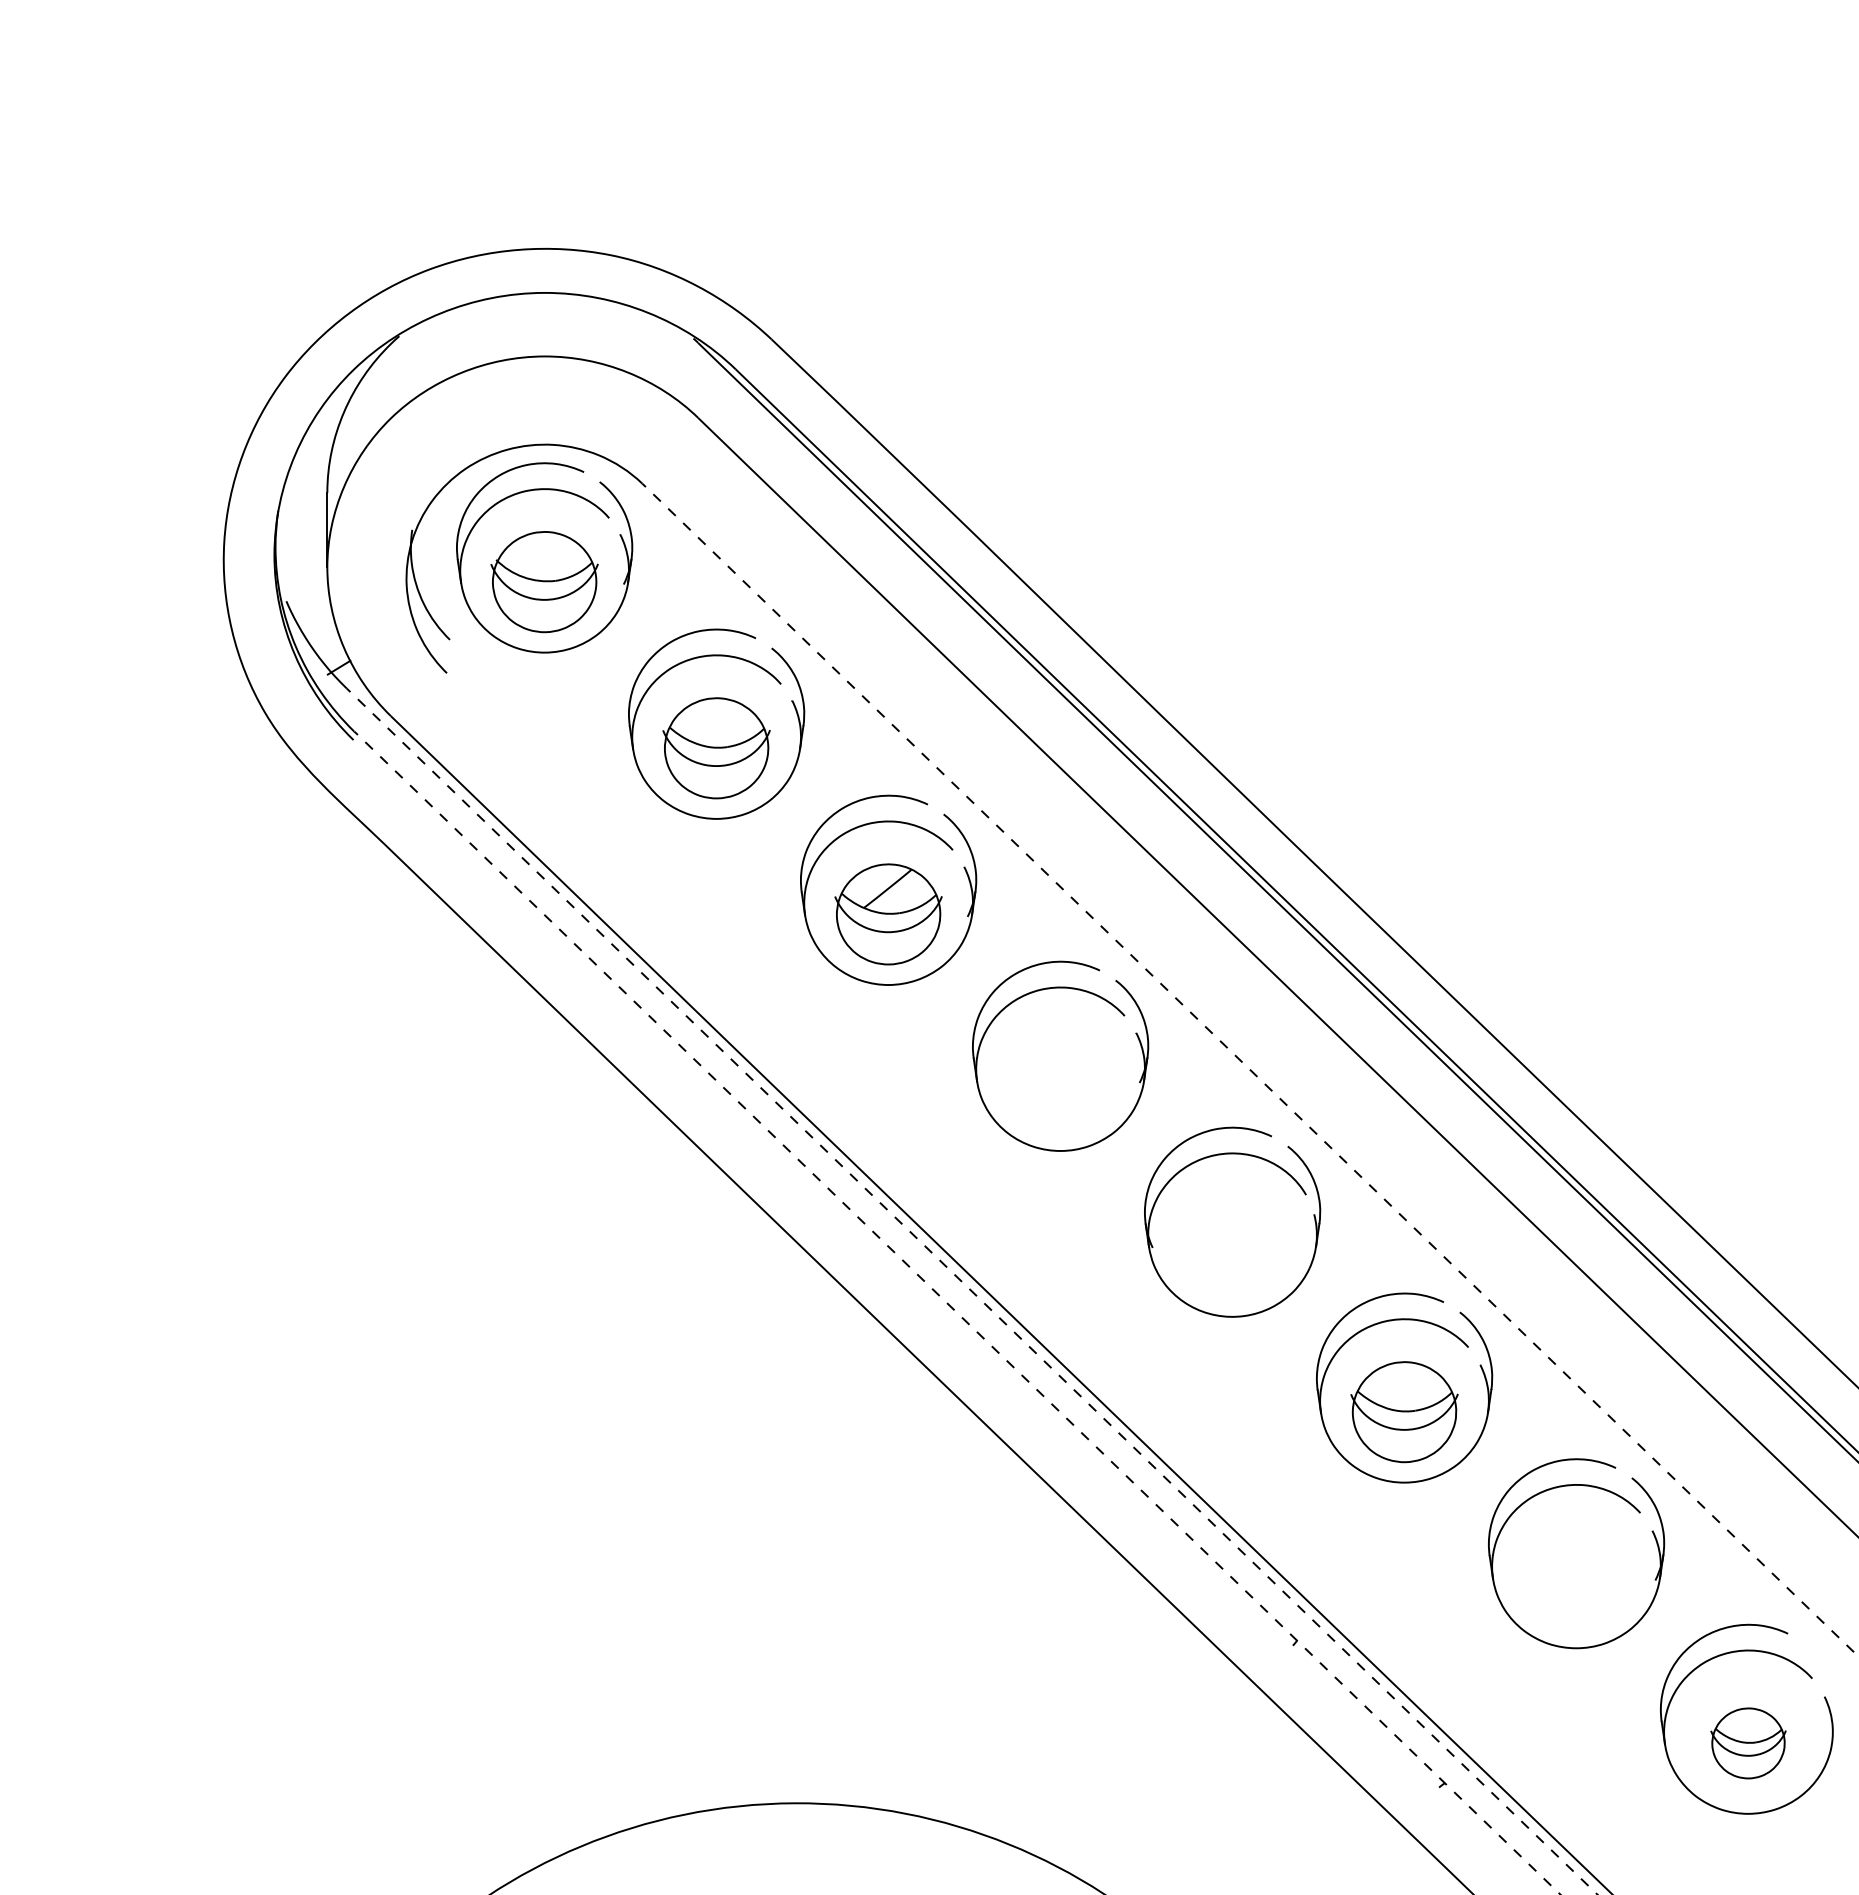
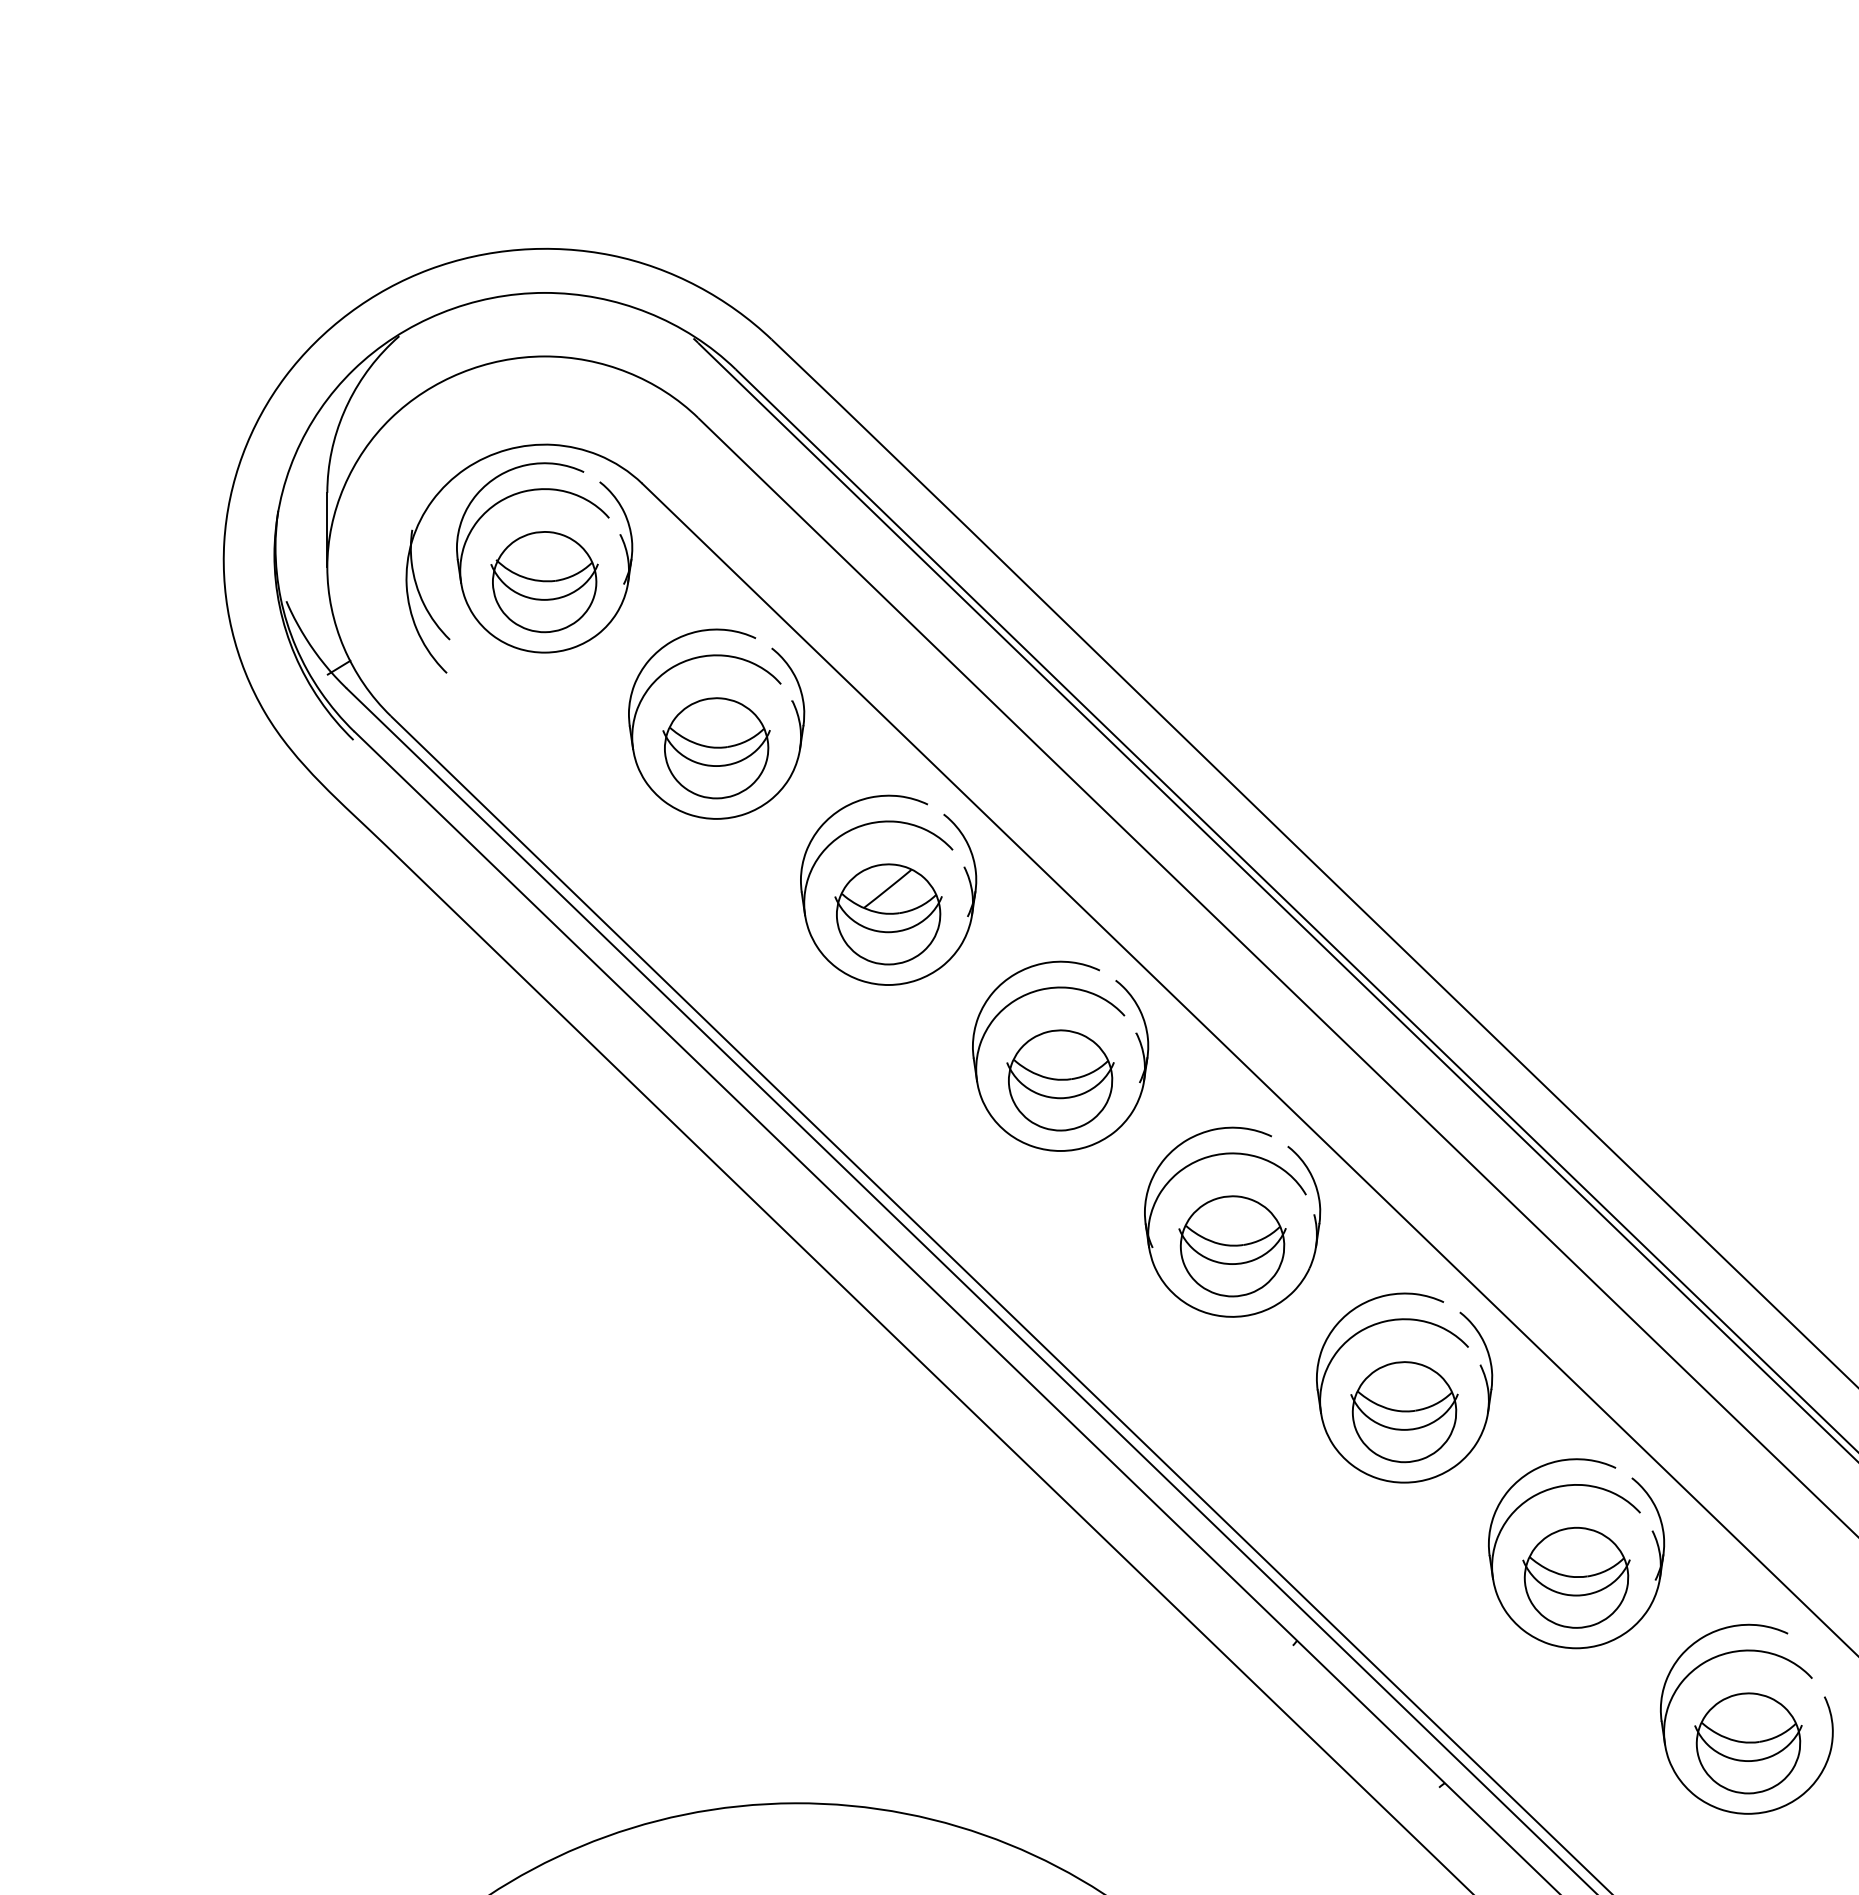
line at (1250, 1070): dashed -> solid
part at (1060, 1080): none -> present
part at (1232, 1246): none -> present
line at (972, 1291): dashed -> solid
line at (957, 1313): dashed -> solid
part at (1576, 1577): none -> present
part at (1748, 1743) size: 77x73 px -> 109x103 px
